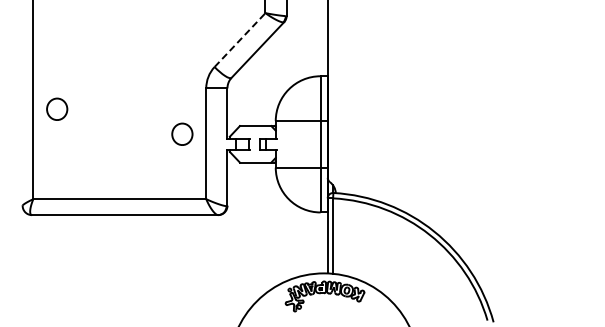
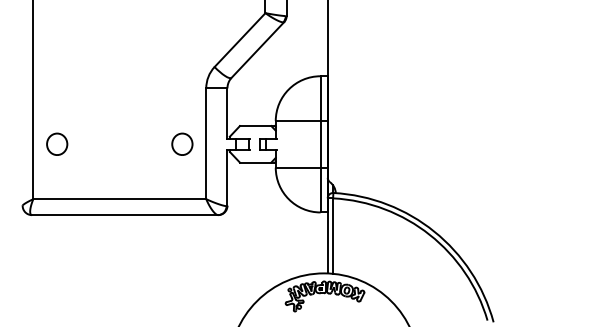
line at (240, 39): dashed -> solid
part at (57, 108) position: (57, 108) -> (57, 143)
part at (182, 133) position: (182, 133) -> (182, 143)
